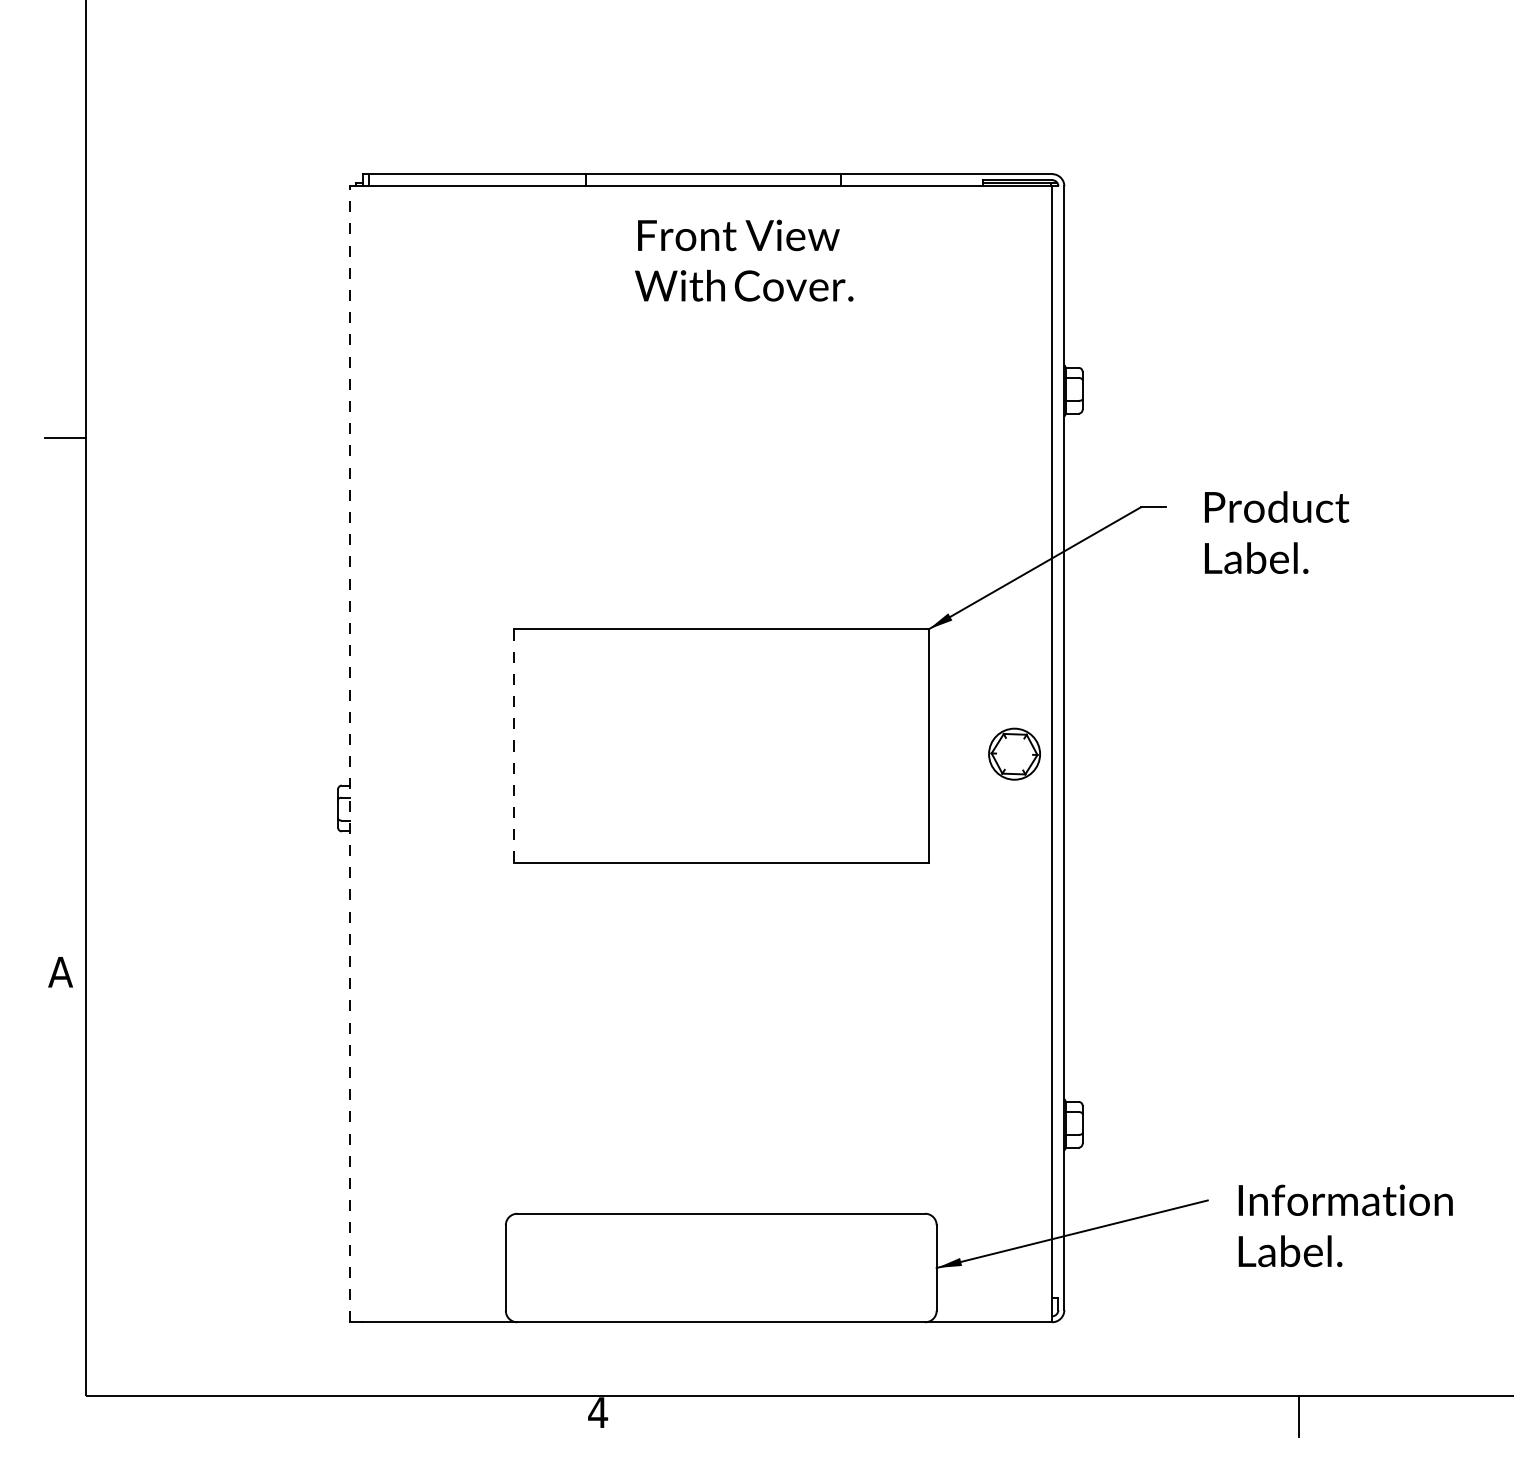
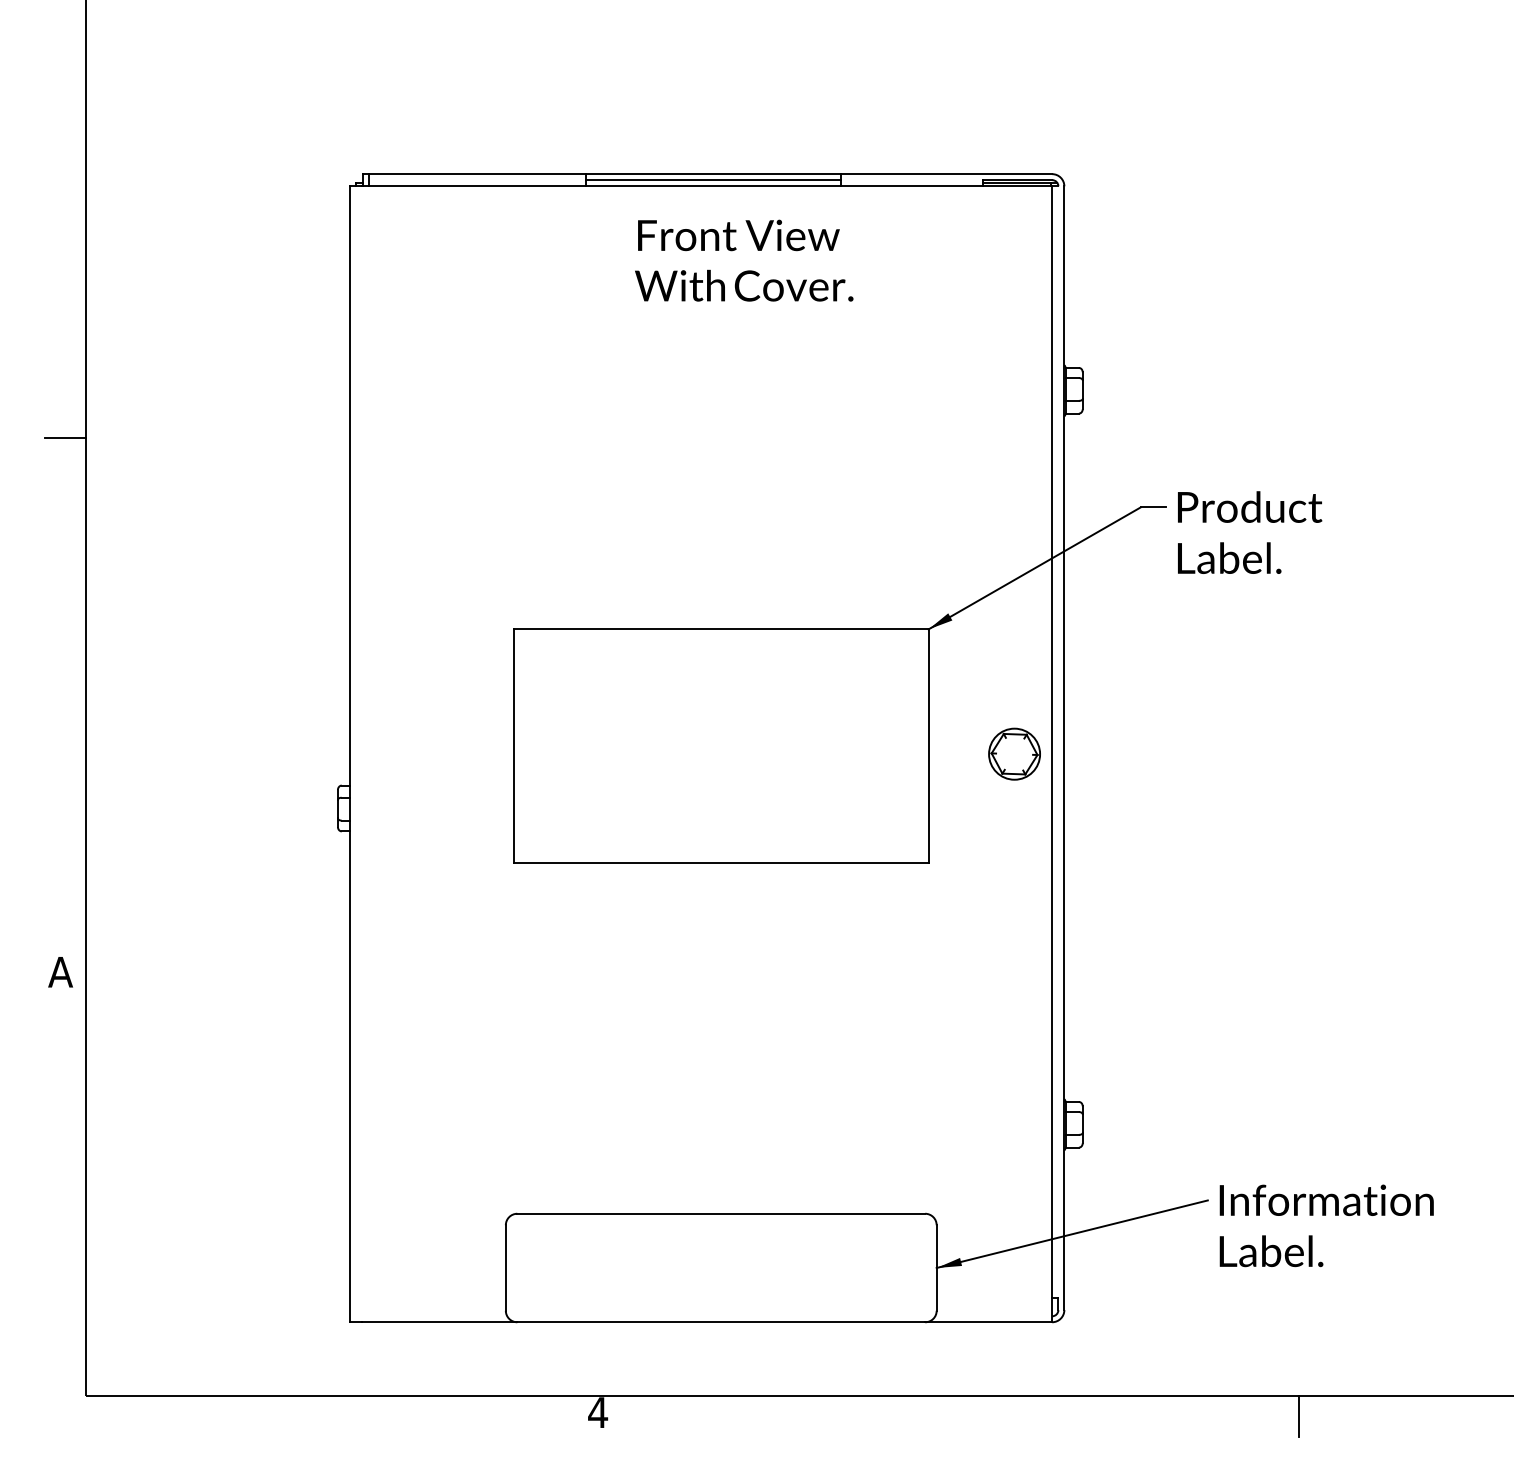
line at (713, 180): none -> present
text at (1277, 532) position: (1277, 532) -> (1250, 532)
line at (513, 746): dashed -> solid
line at (350, 753): dashed -> solid
text at (1345, 1225) position: (1345, 1225) -> (1326, 1225)
